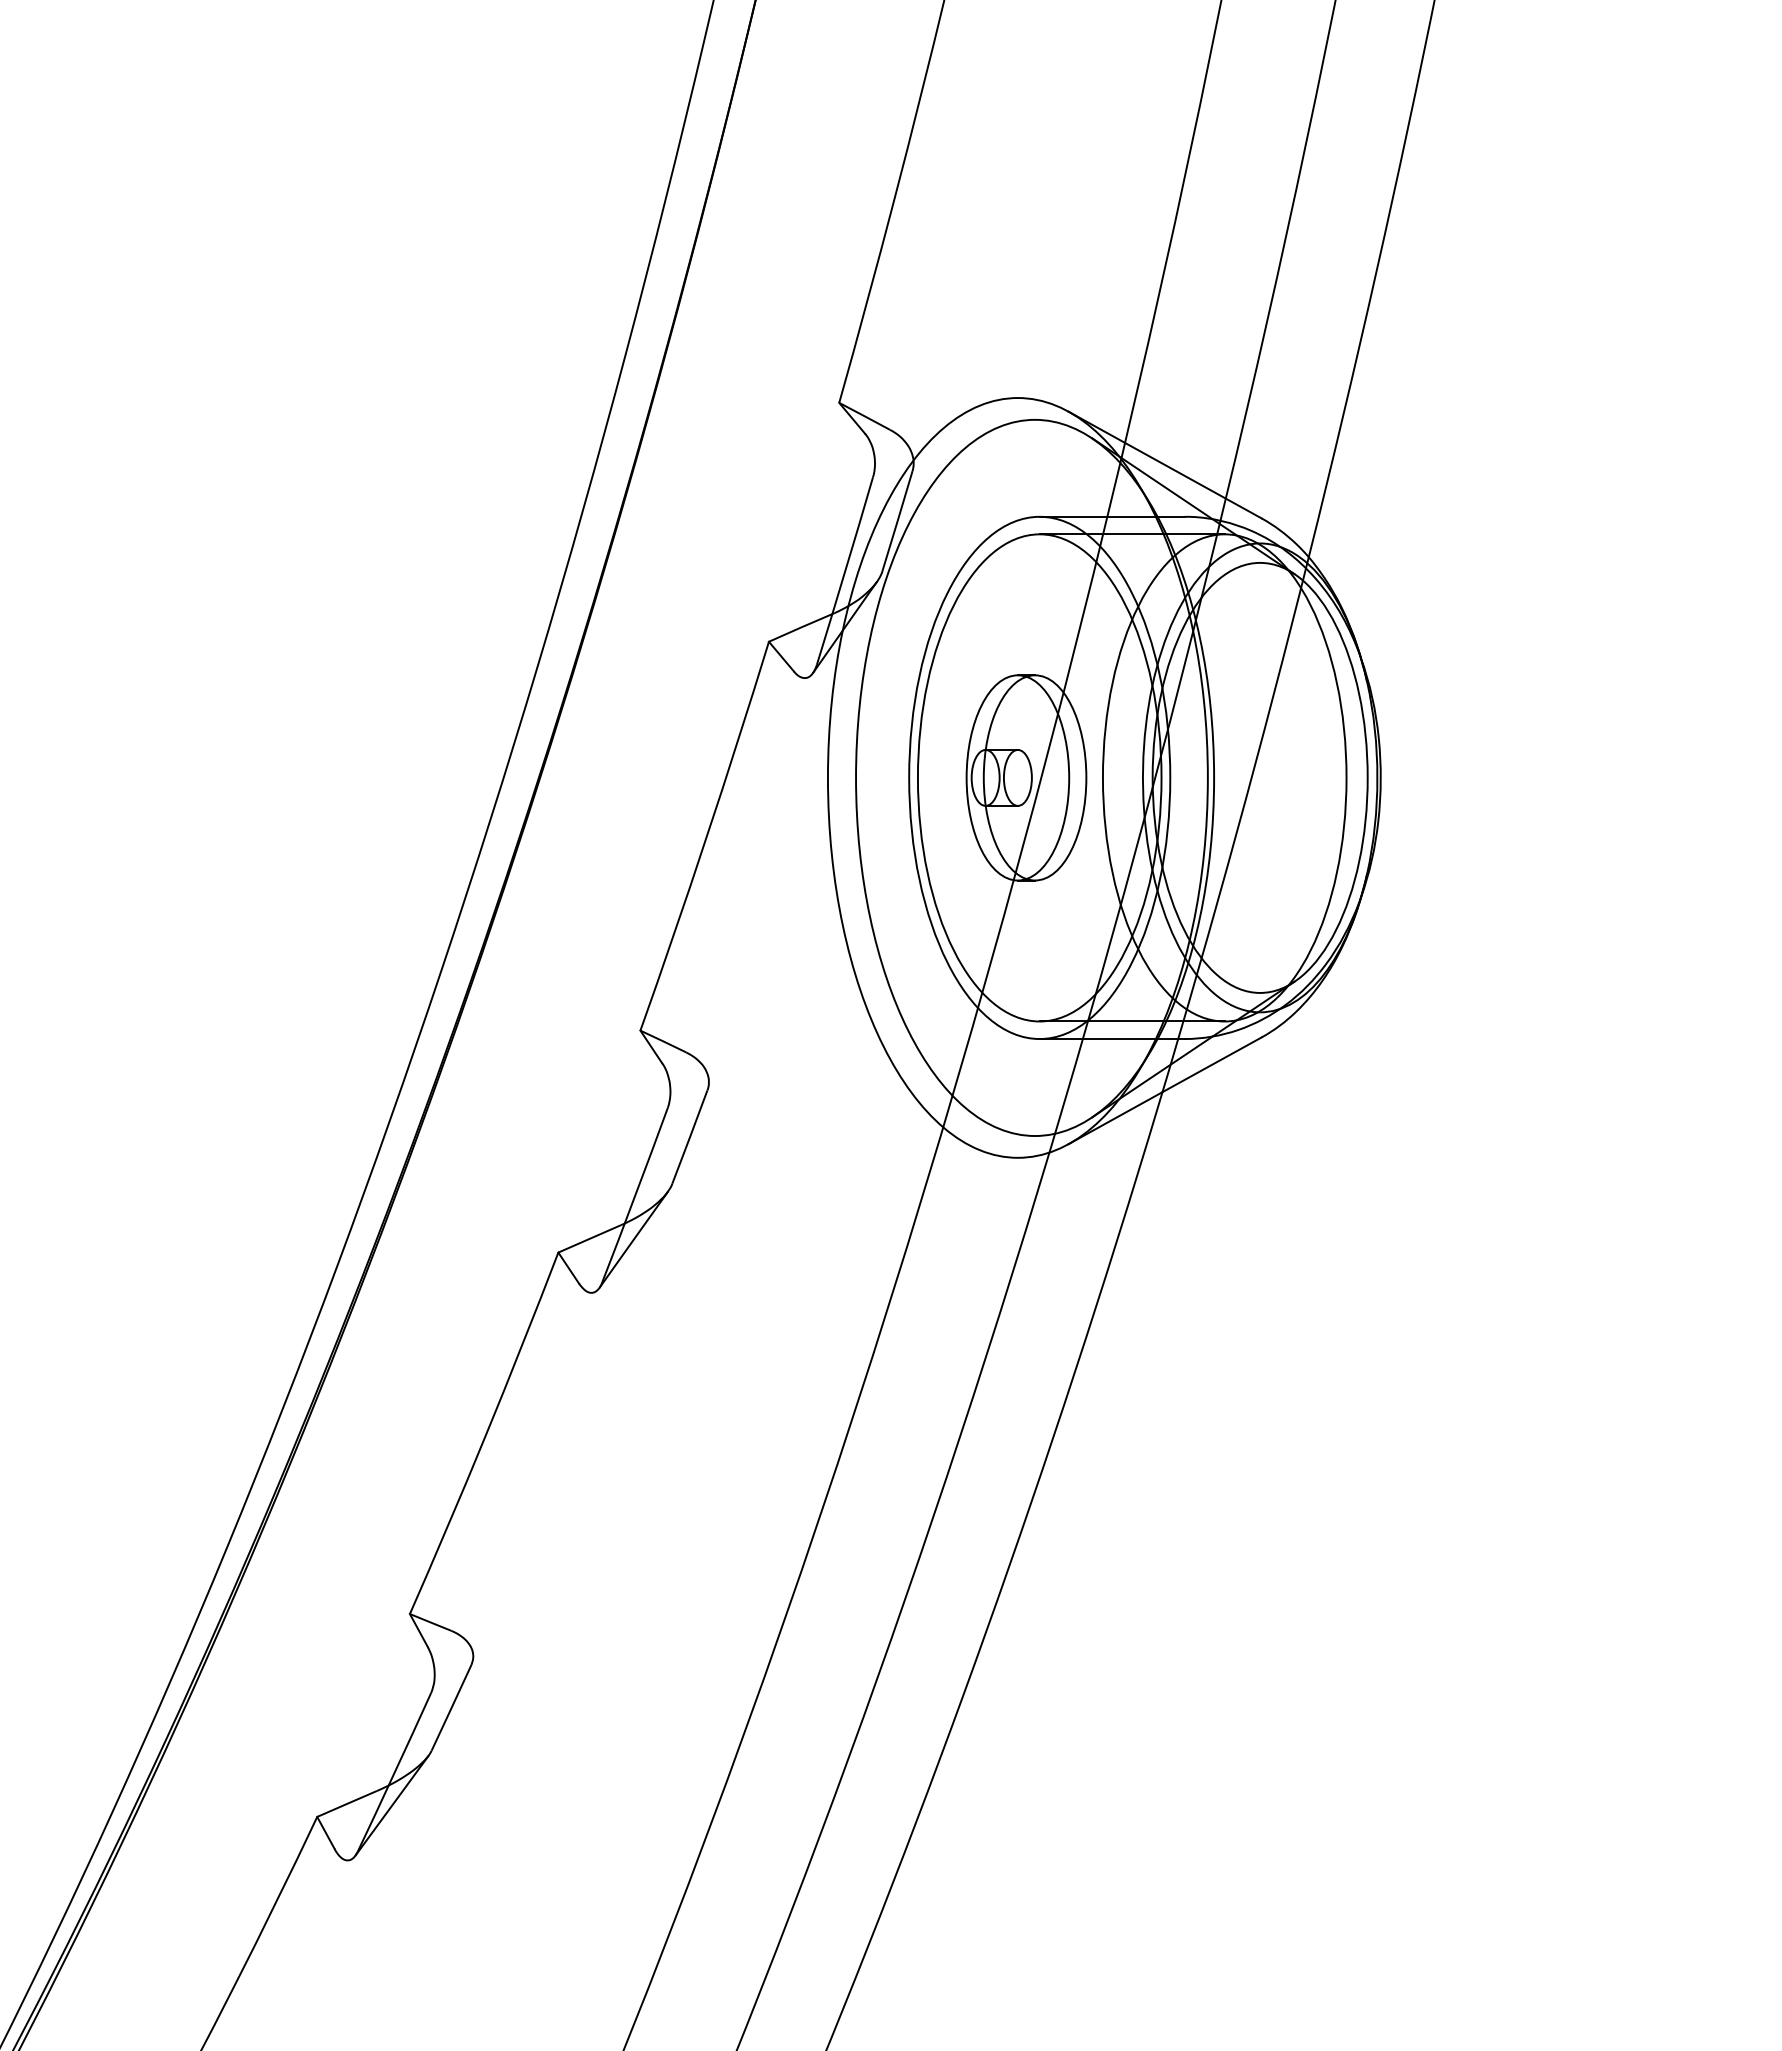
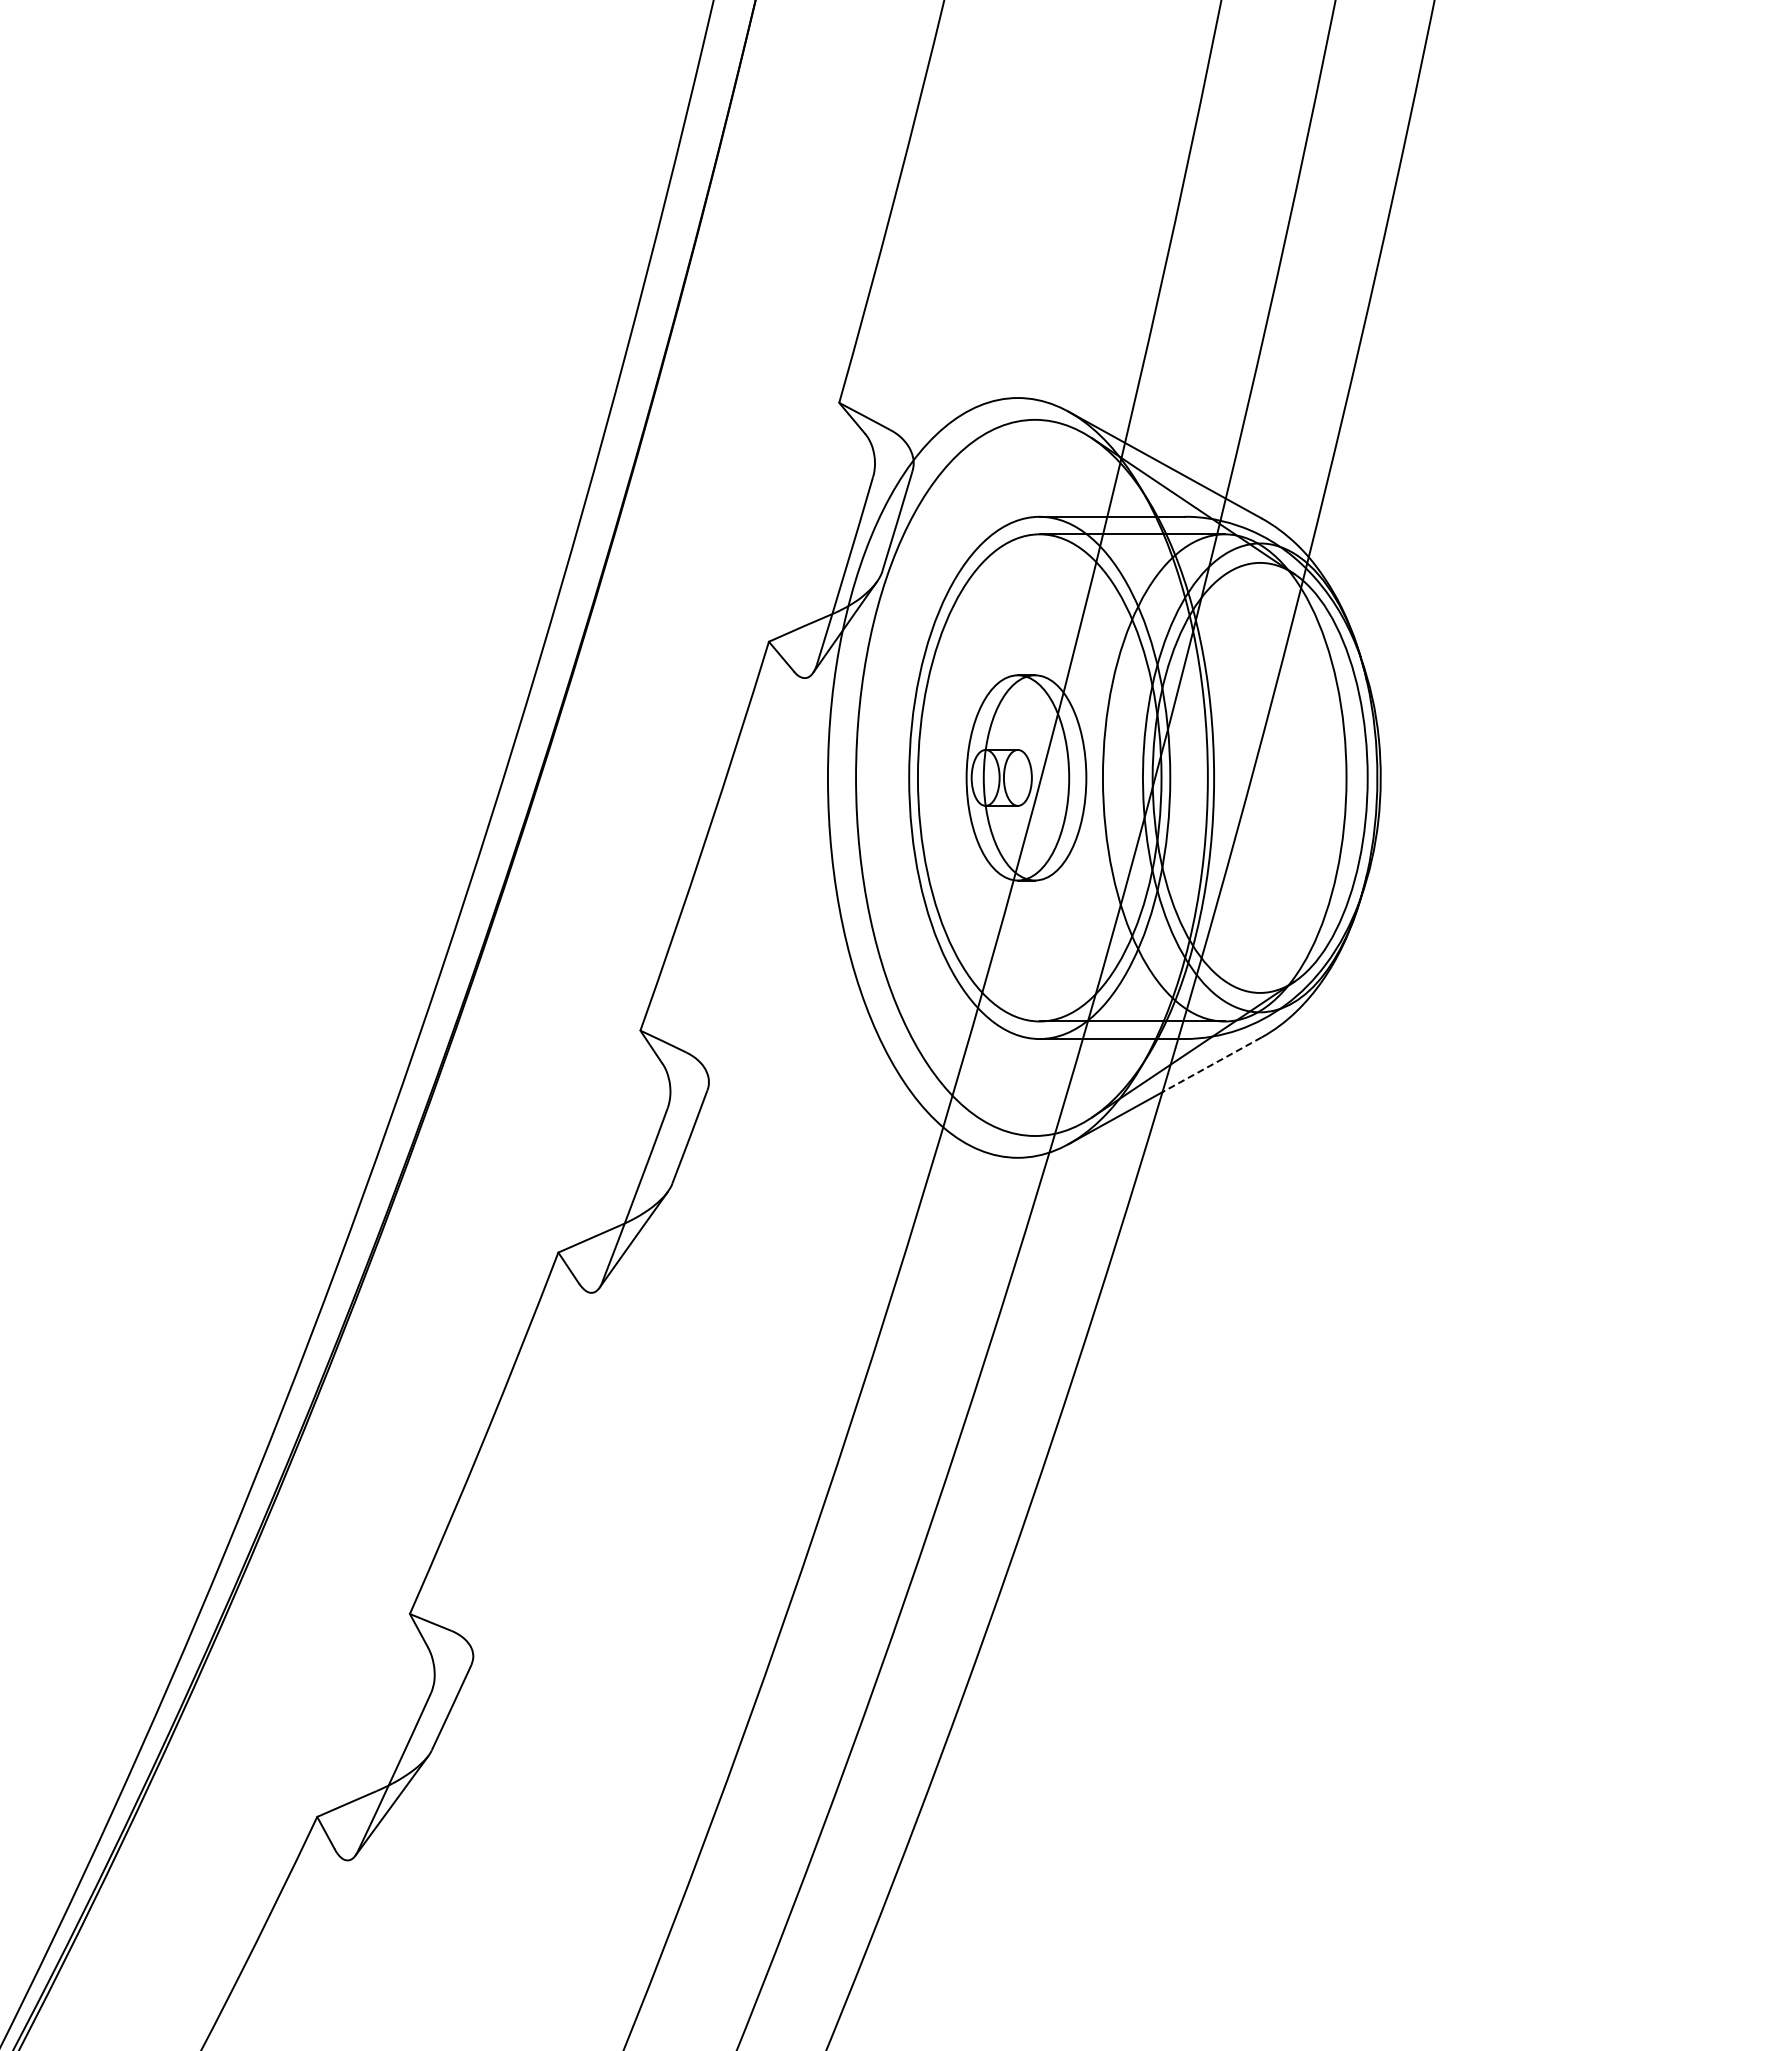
line at (1211, 1064): solid -> dashed
